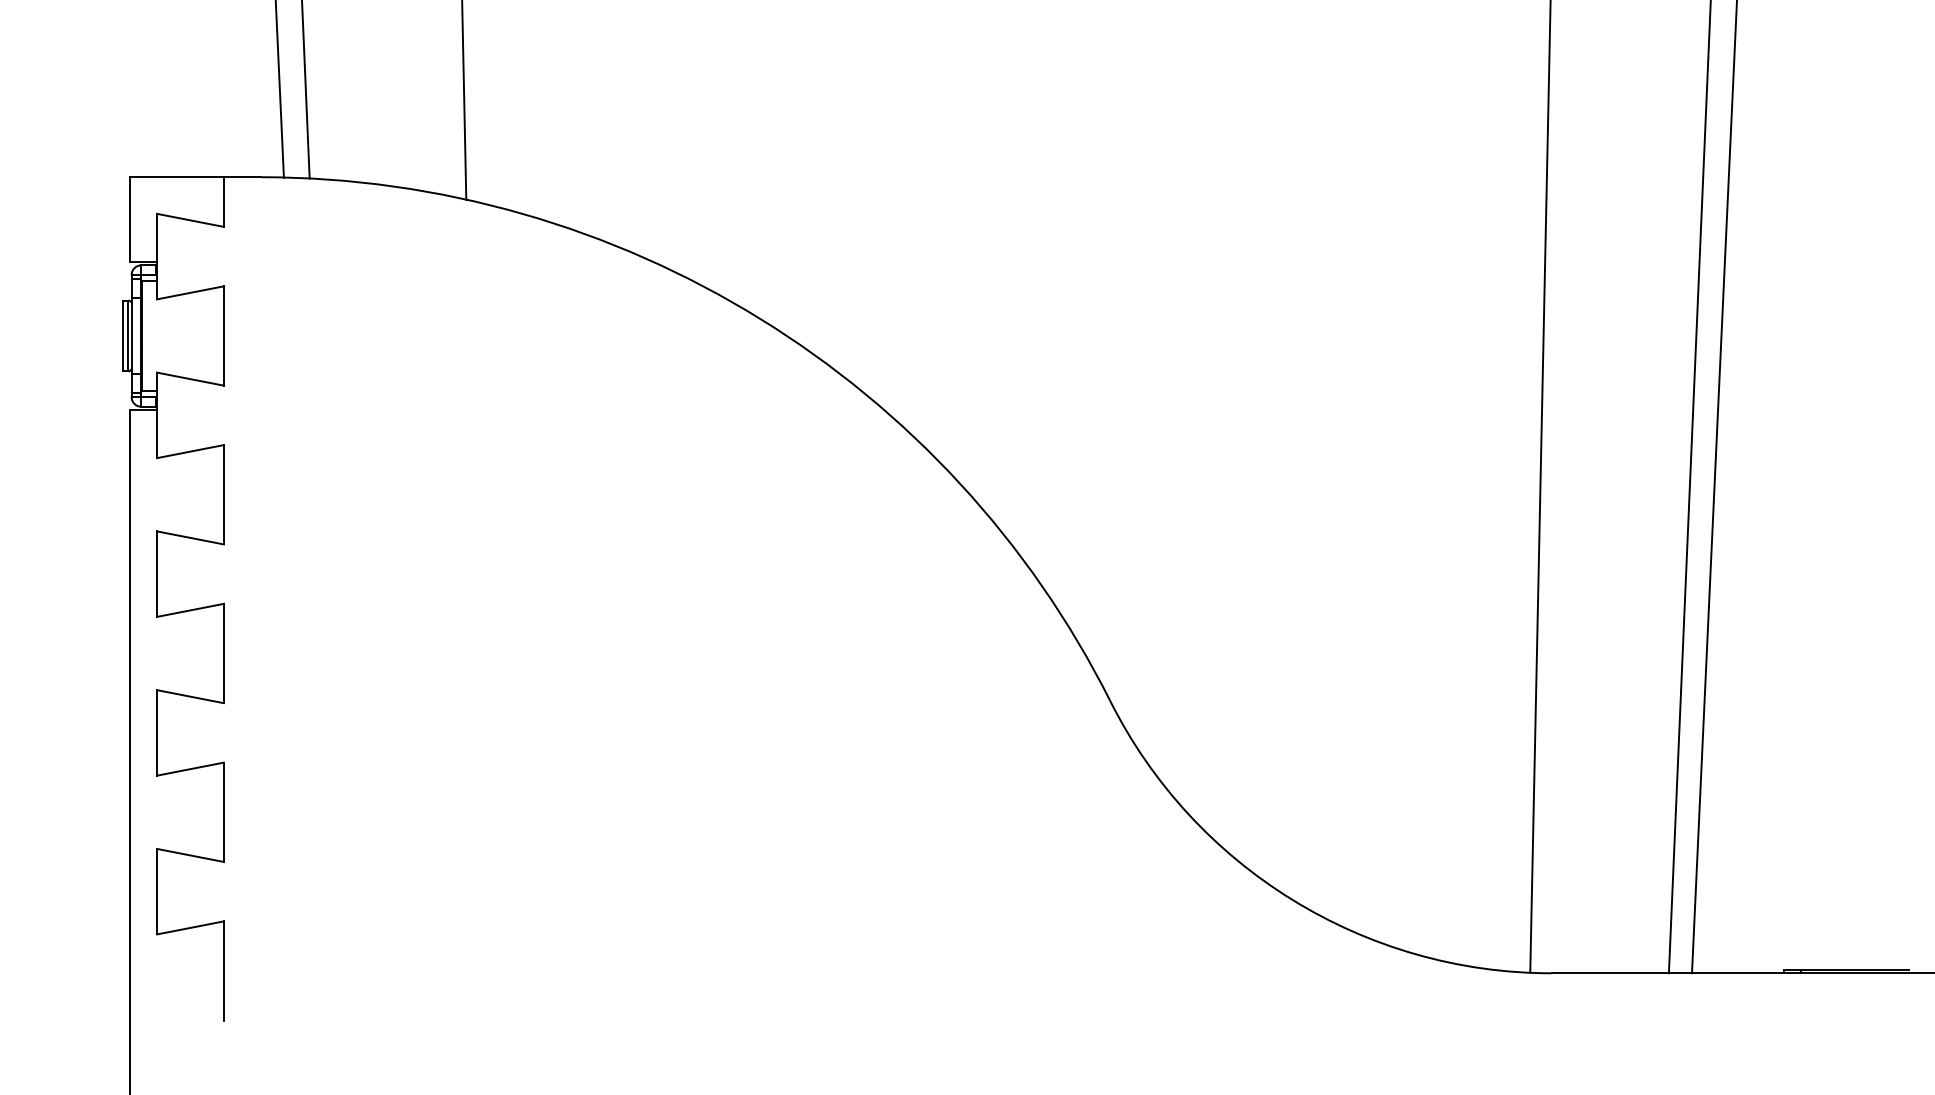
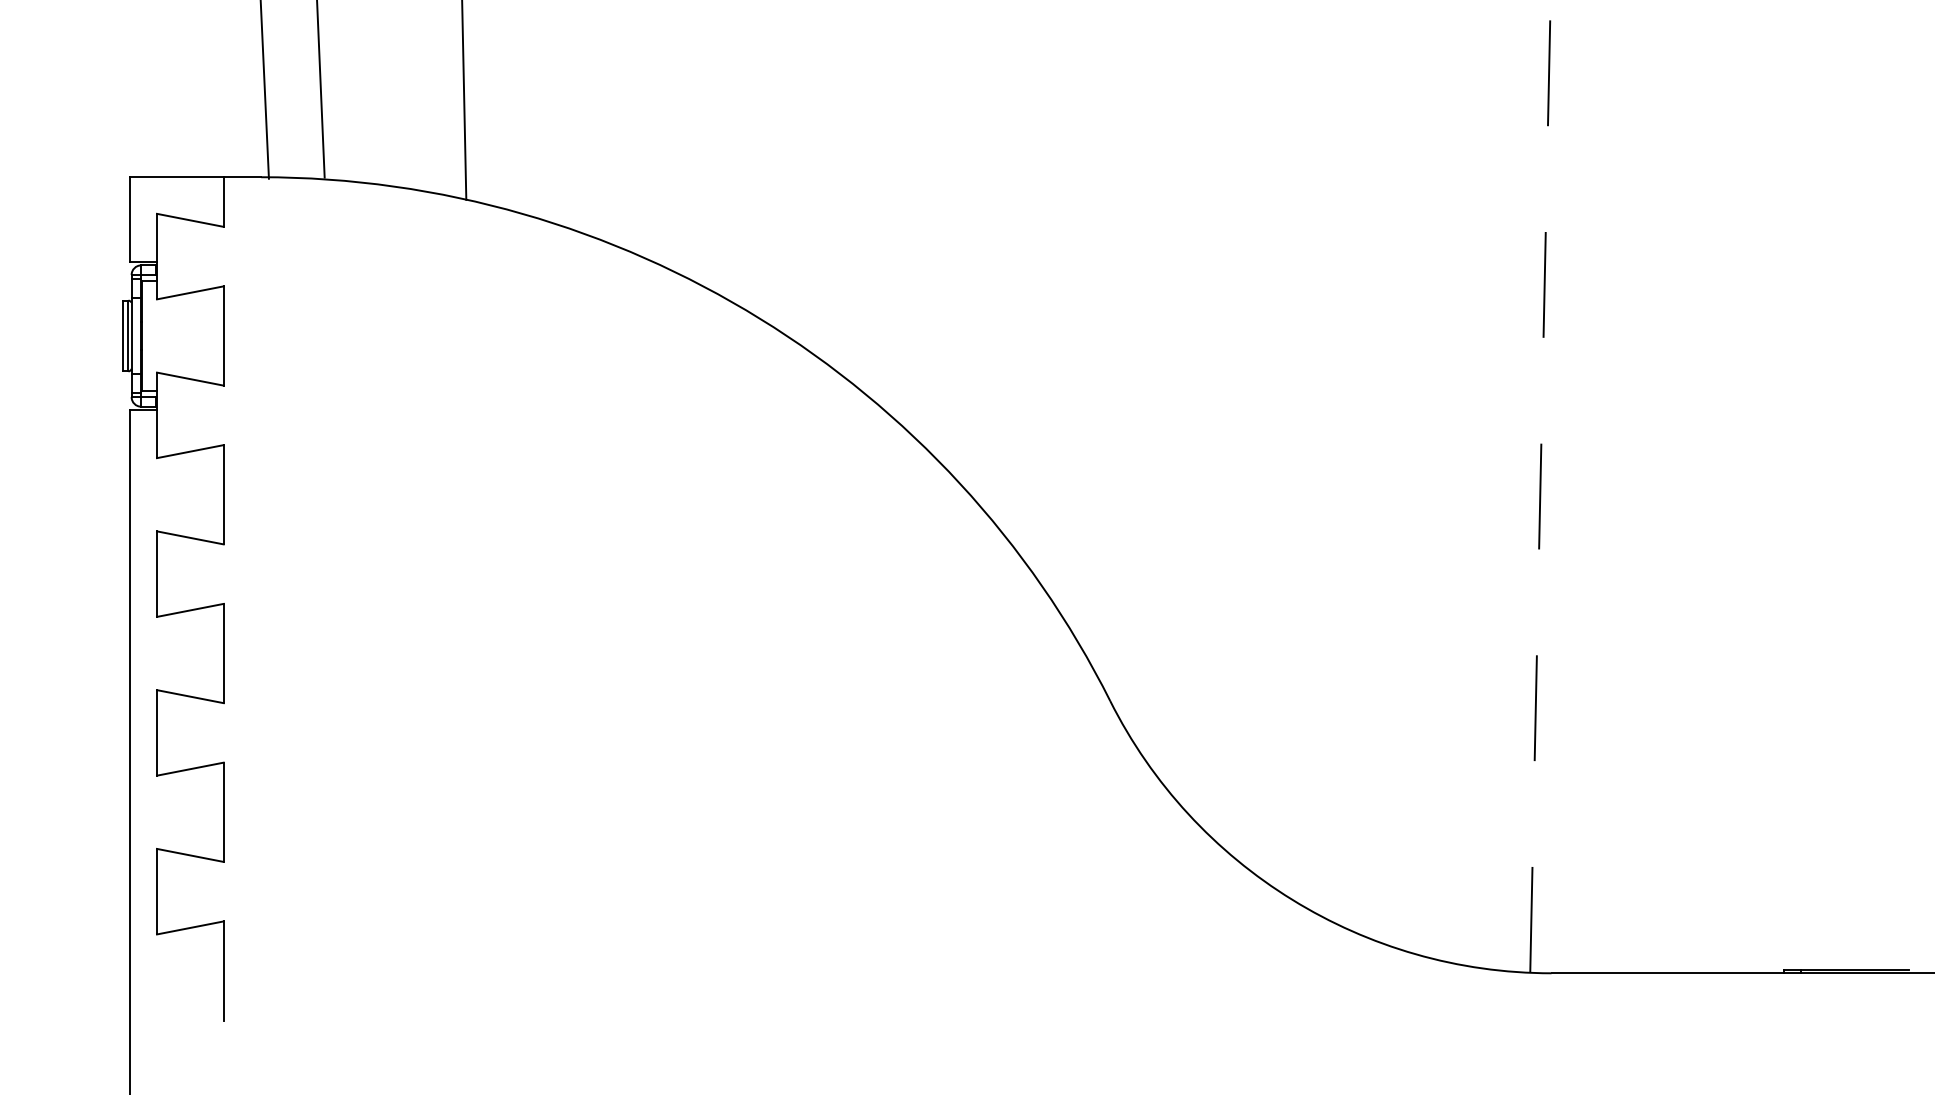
line at (279, 89) position: (279, 89) -> (264, 90)
line at (305, 90) position: (305, 90) -> (320, 89)
line at (1540, 486): solid -> dashed
line at (1689, 487): present -> none
line at (1713, 487): present -> none
